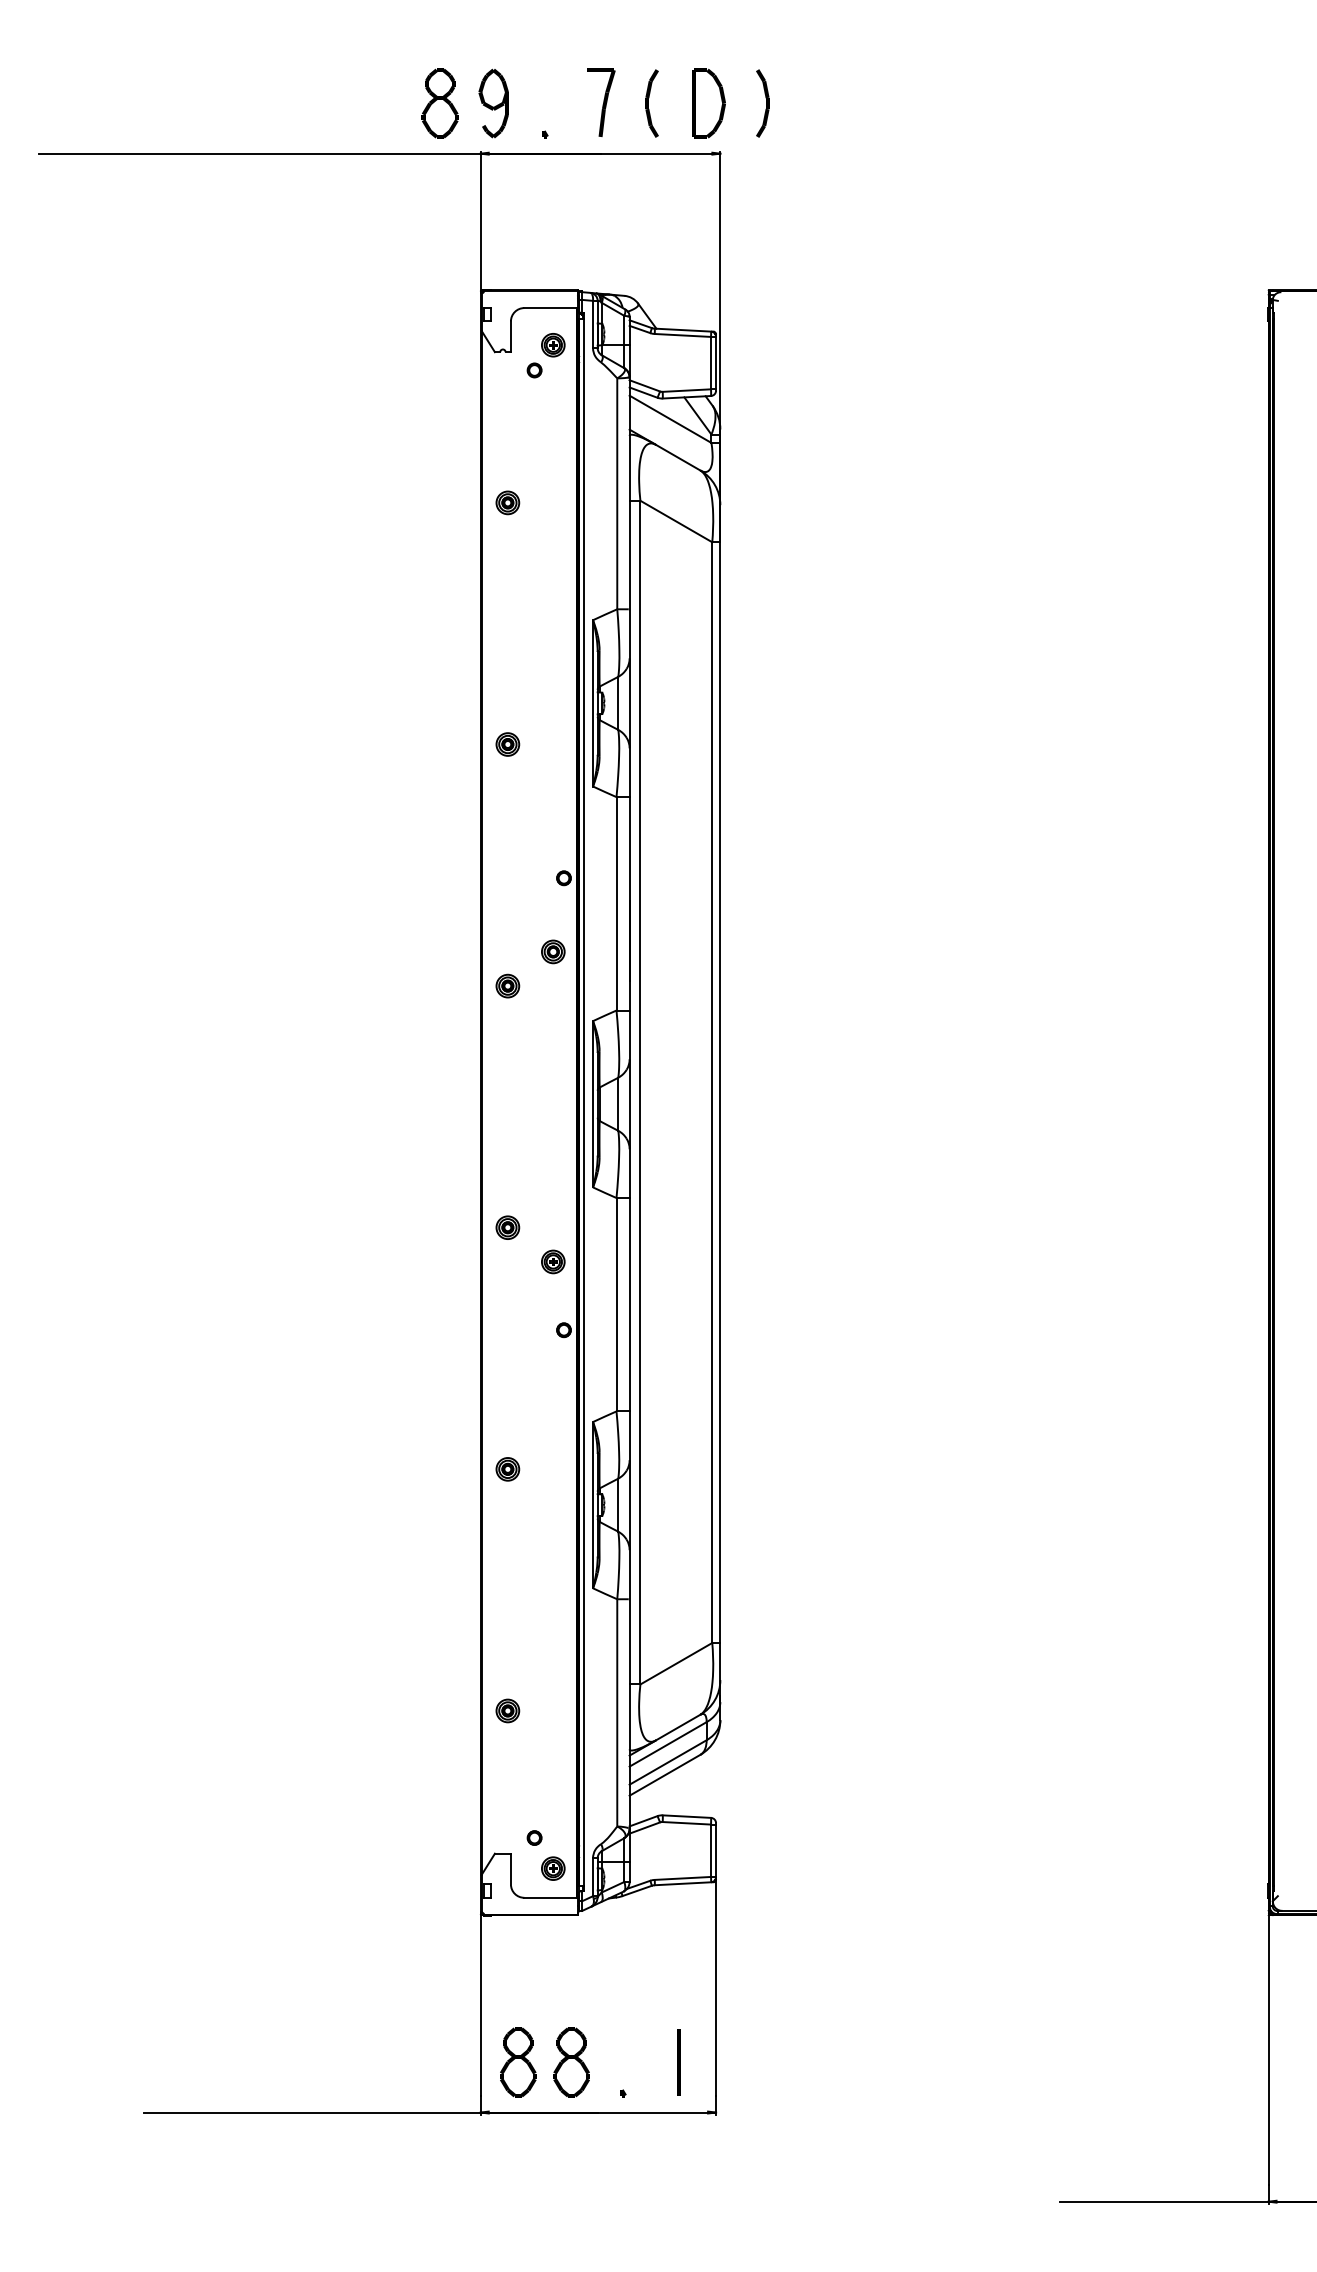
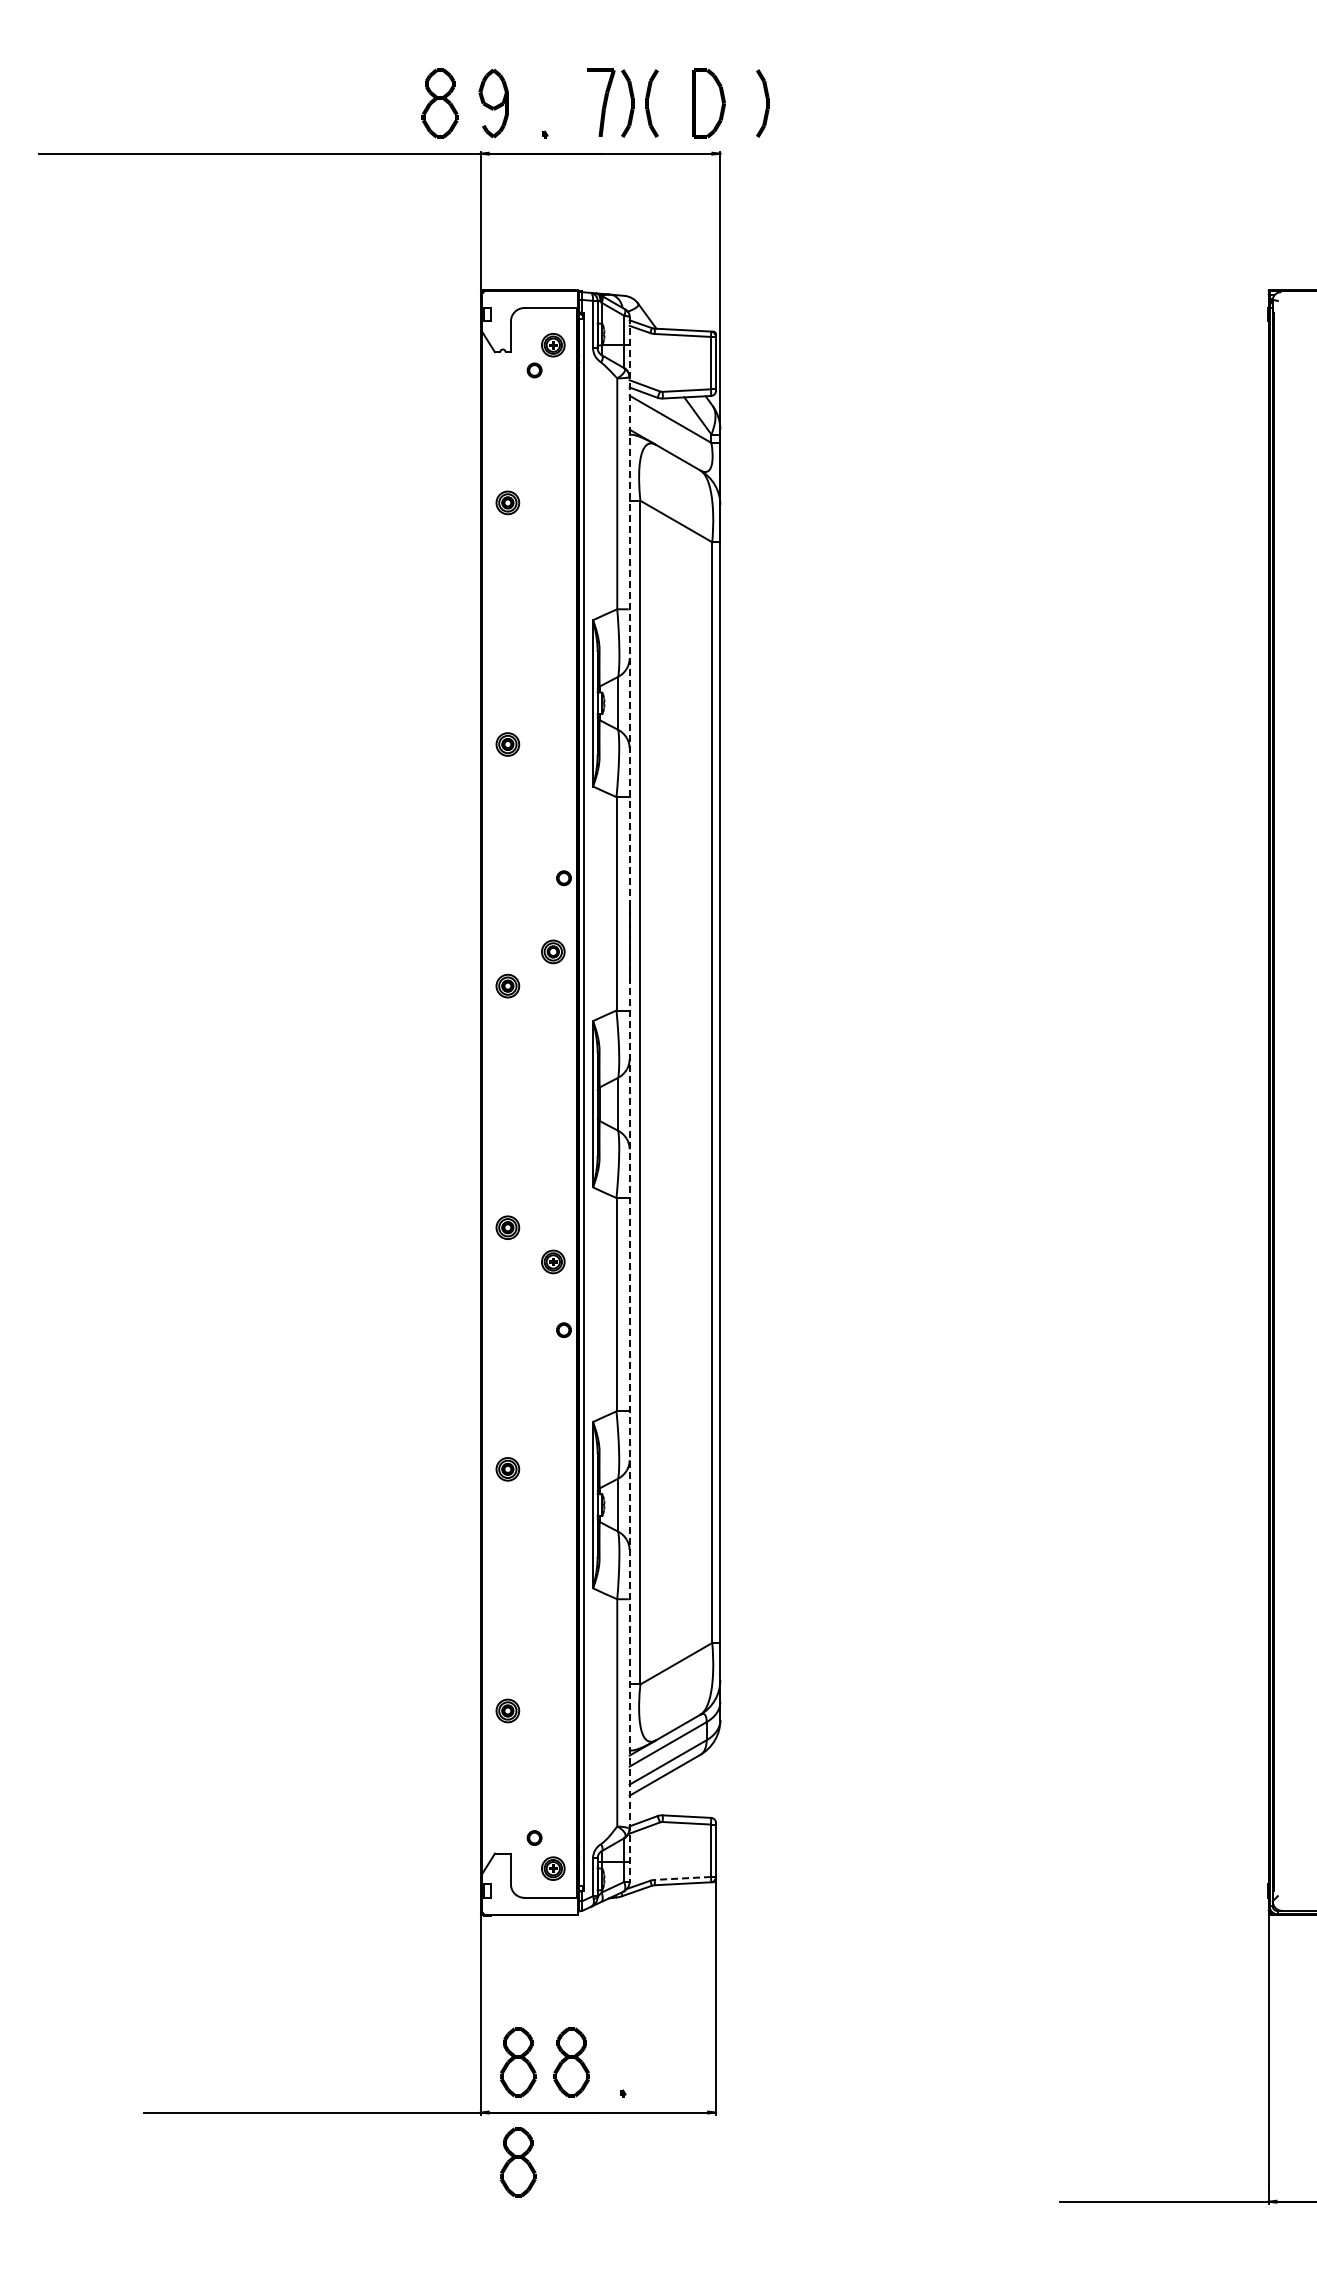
part at (627, 103): none -> present
line at (629, 1099): solid -> dashed
line at (682, 1878): solid -> dashed
line at (678, 2062): present -> none
part at (518, 2162): none -> present
